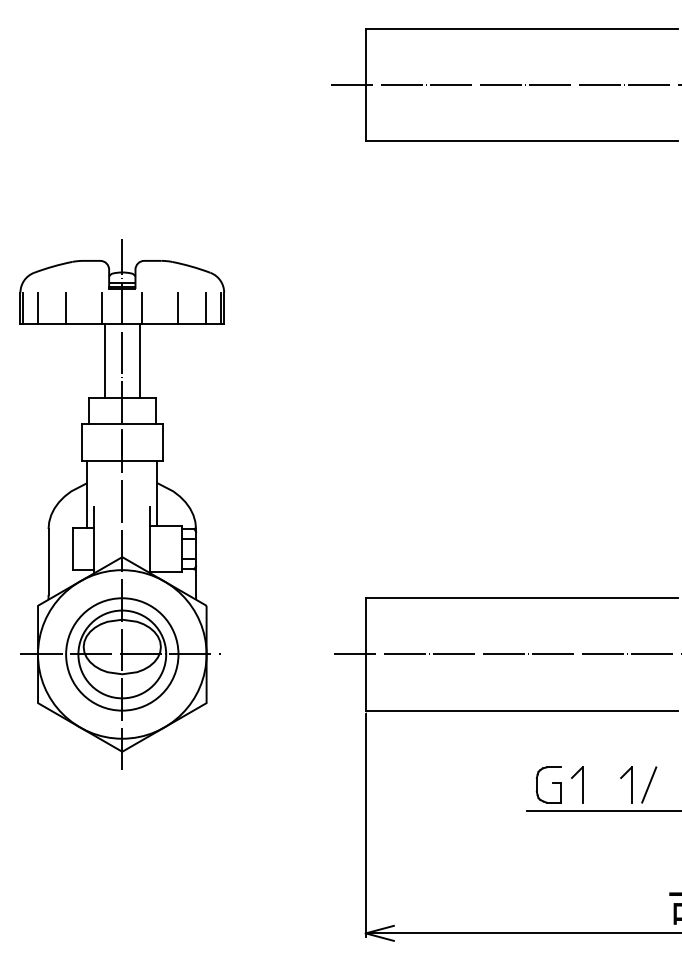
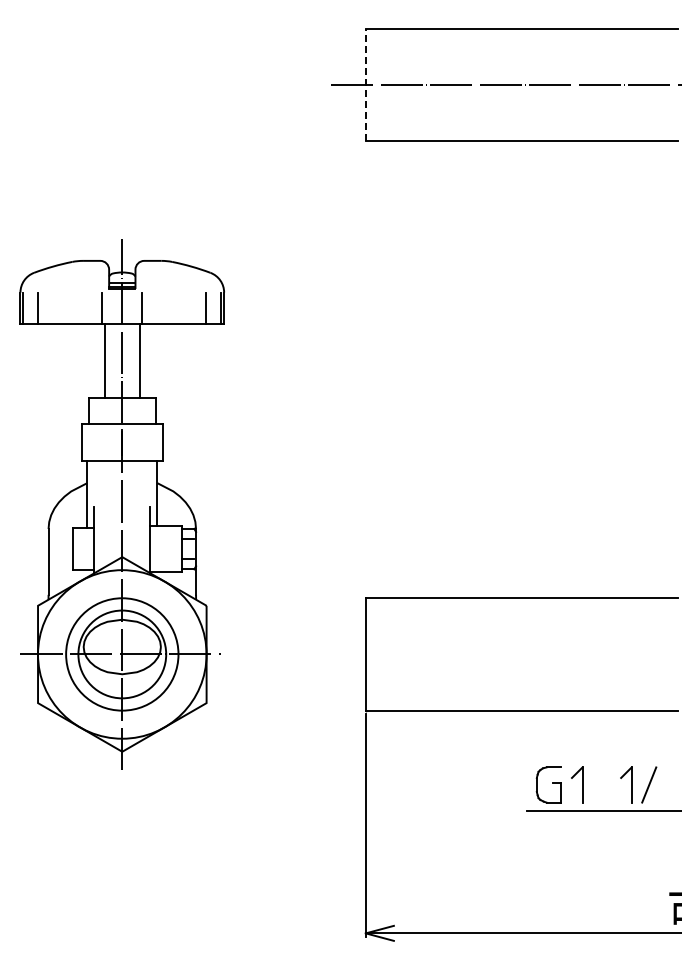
line at (365, 84): solid -> dashed
line at (66, 308): present -> none
line at (178, 308): present -> none
line at (506, 654): present -> none
